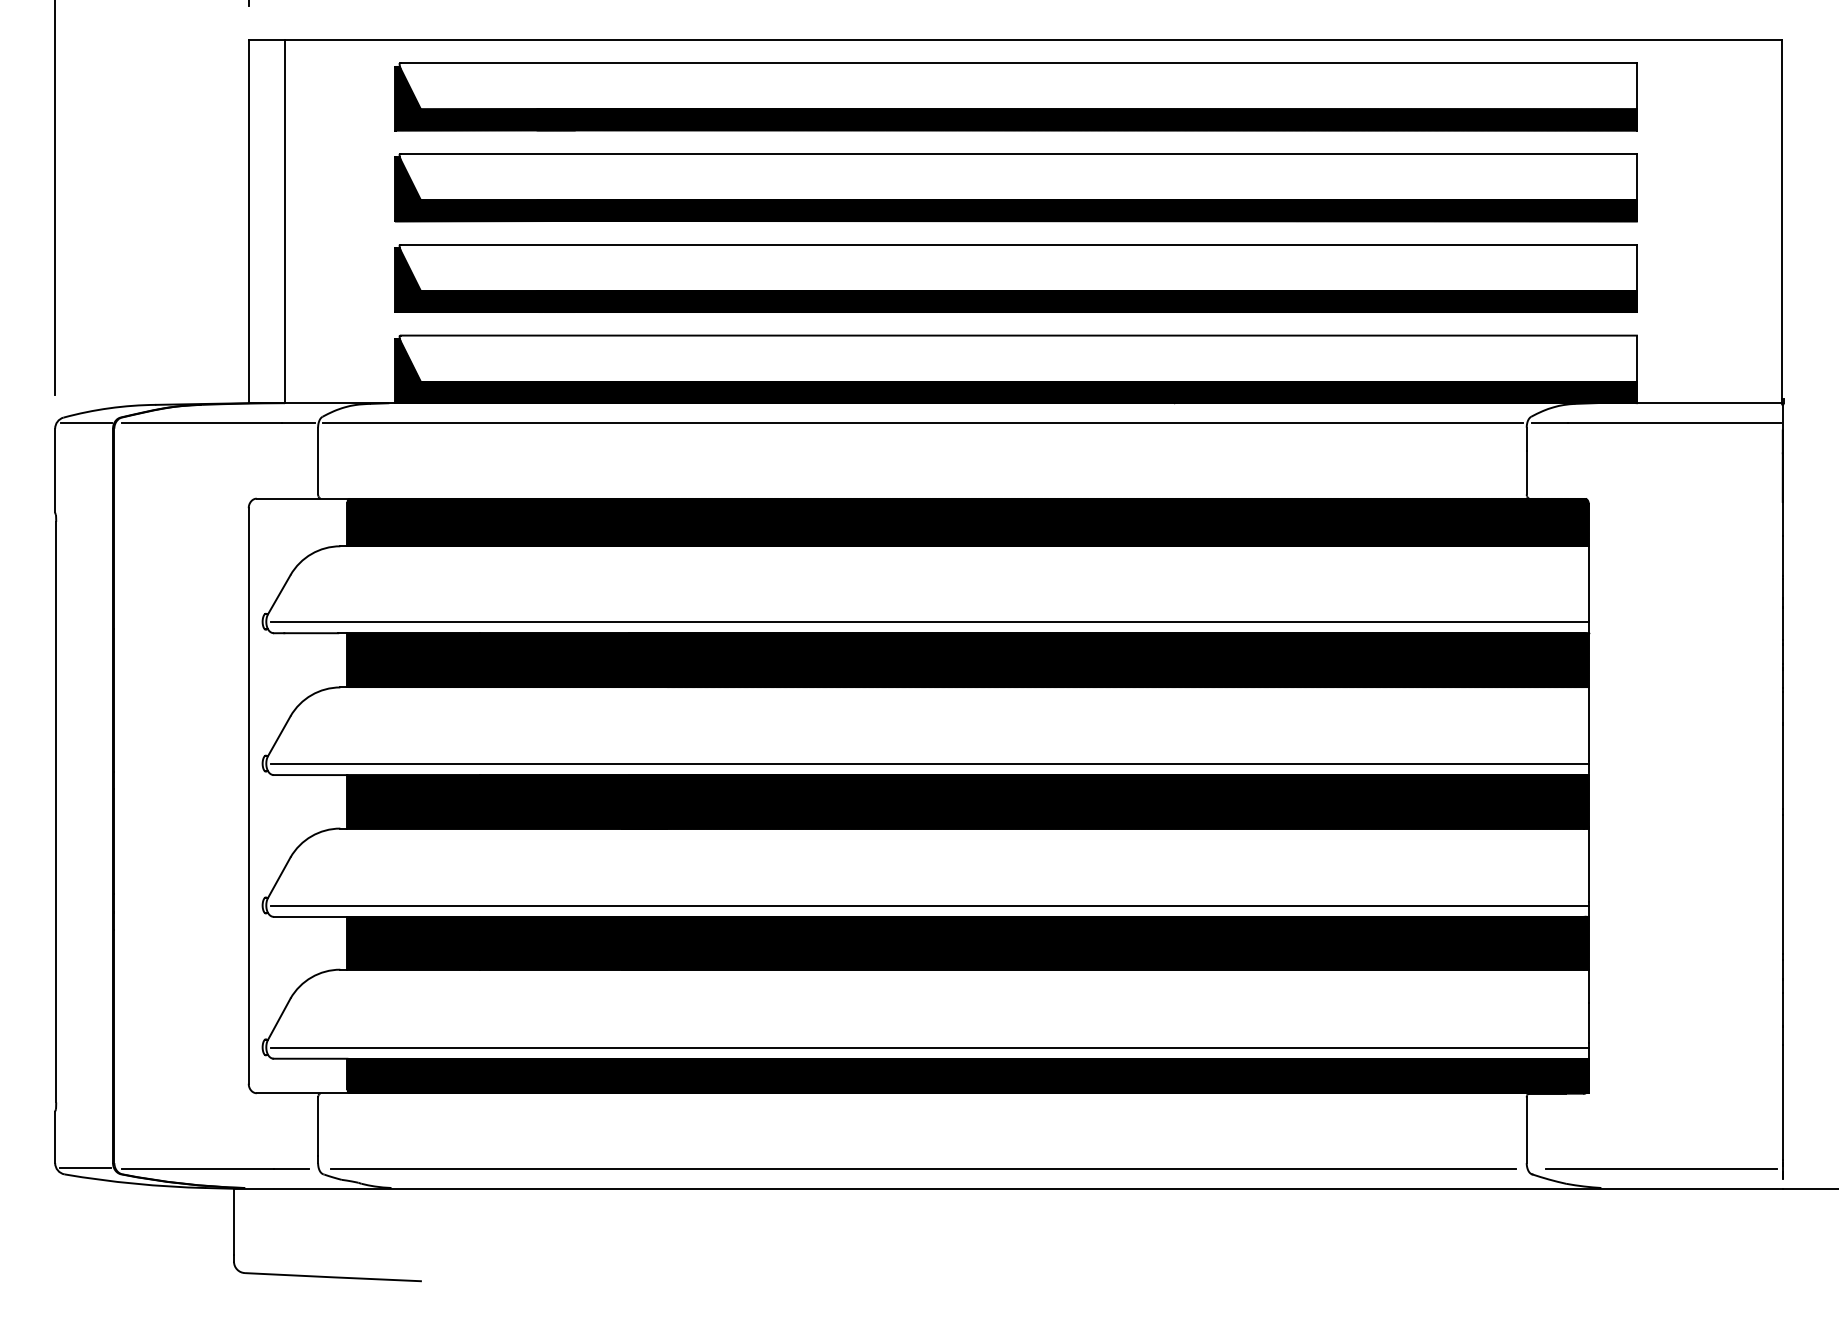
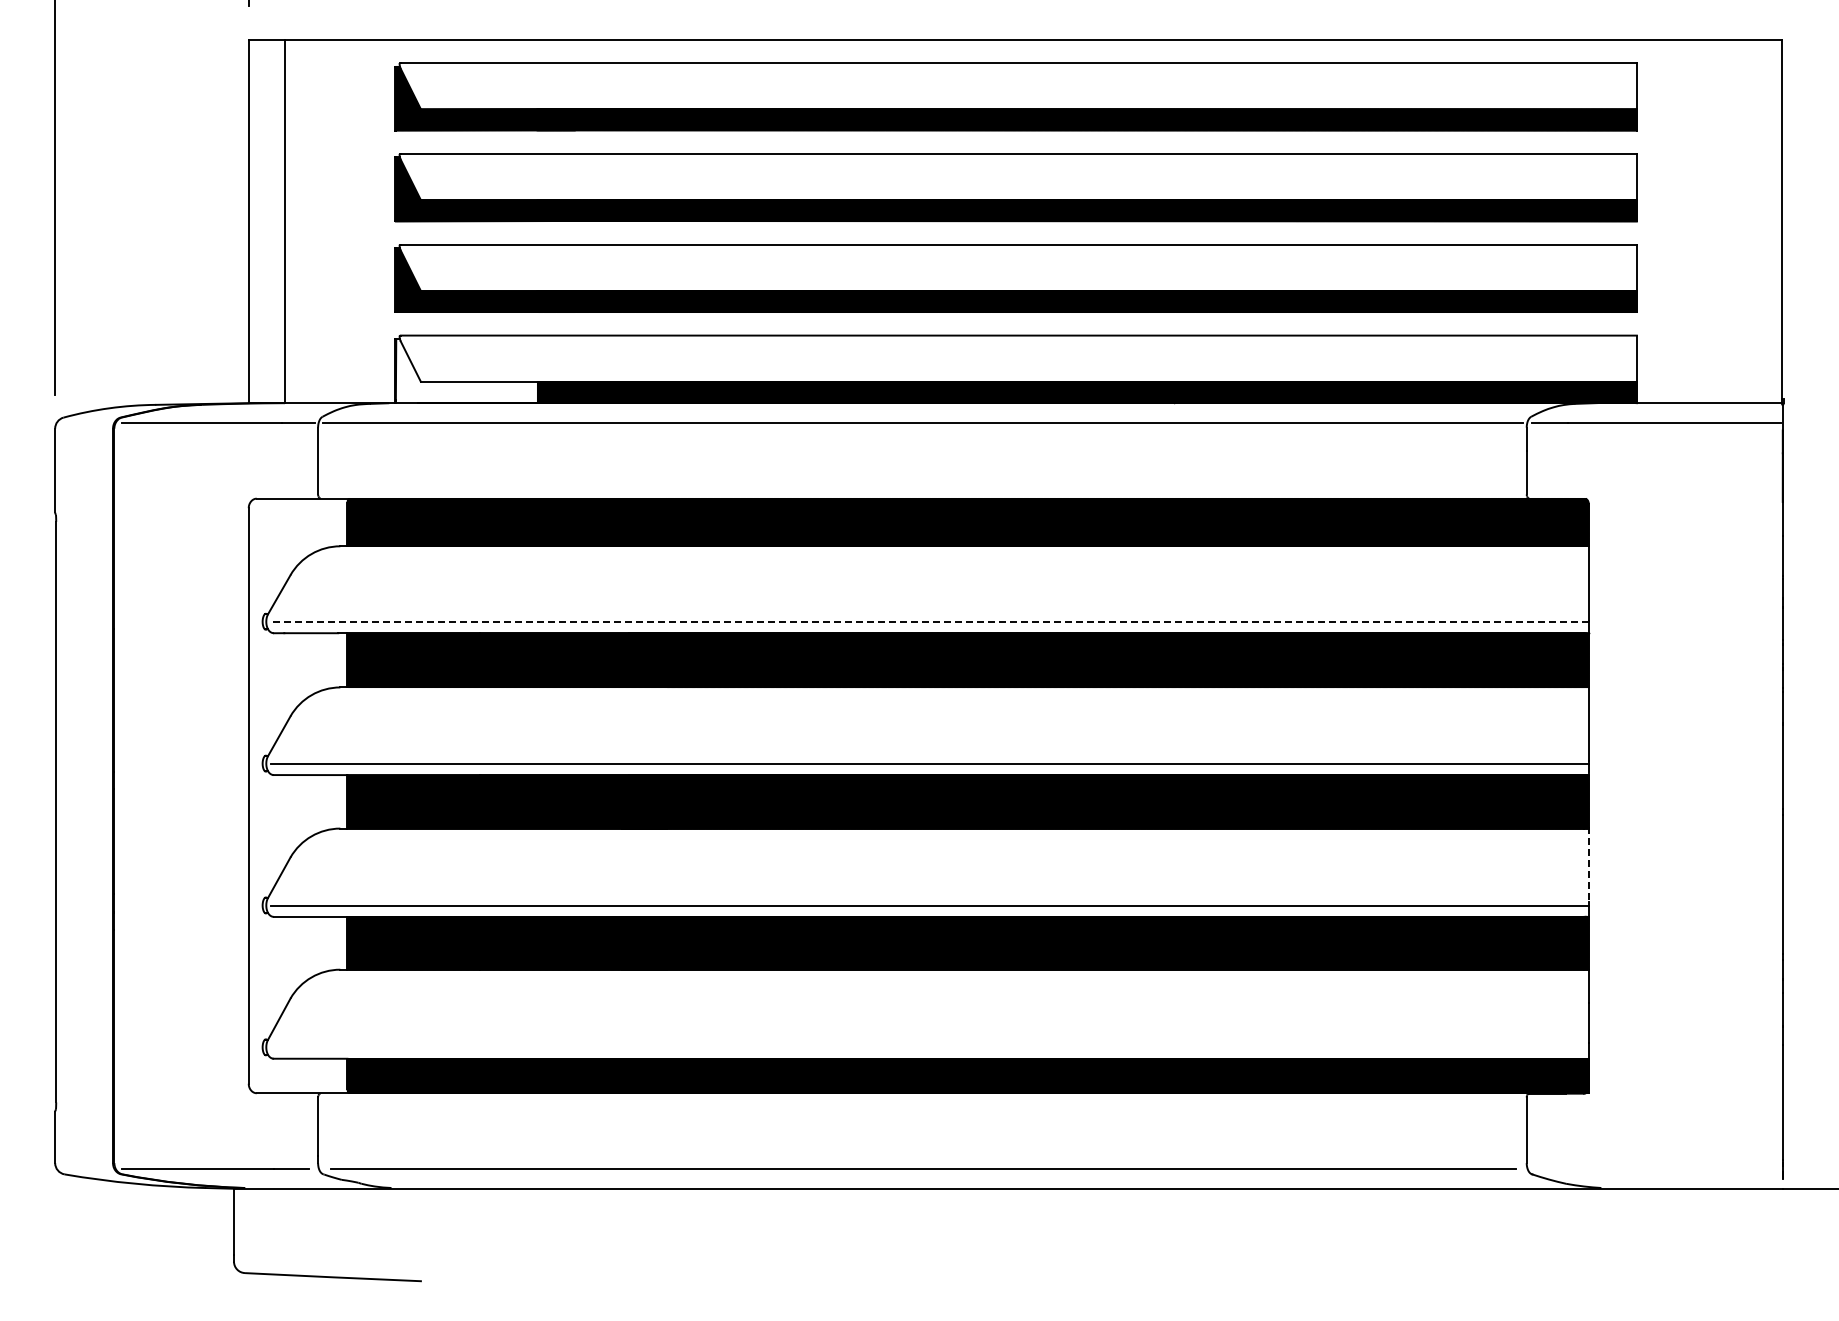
hatch at (484, 371): present -> none
line at (86, 422): present -> none
line at (930, 621): solid -> dashed
line at (1588, 864): solid -> dashed
line at (929, 1047): present -> none
line at (84, 1168): present -> none
line at (1661, 1168): present -> none
